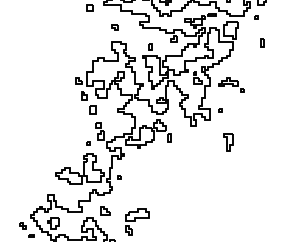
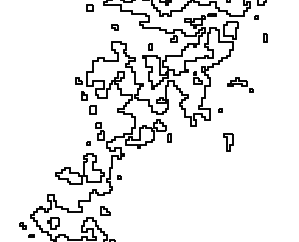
part at (262, 42) position: (262, 42) -> (265, 37)
part at (231, 84) position: (231, 84) -> (240, 84)
part at (137, 221): present -> none
